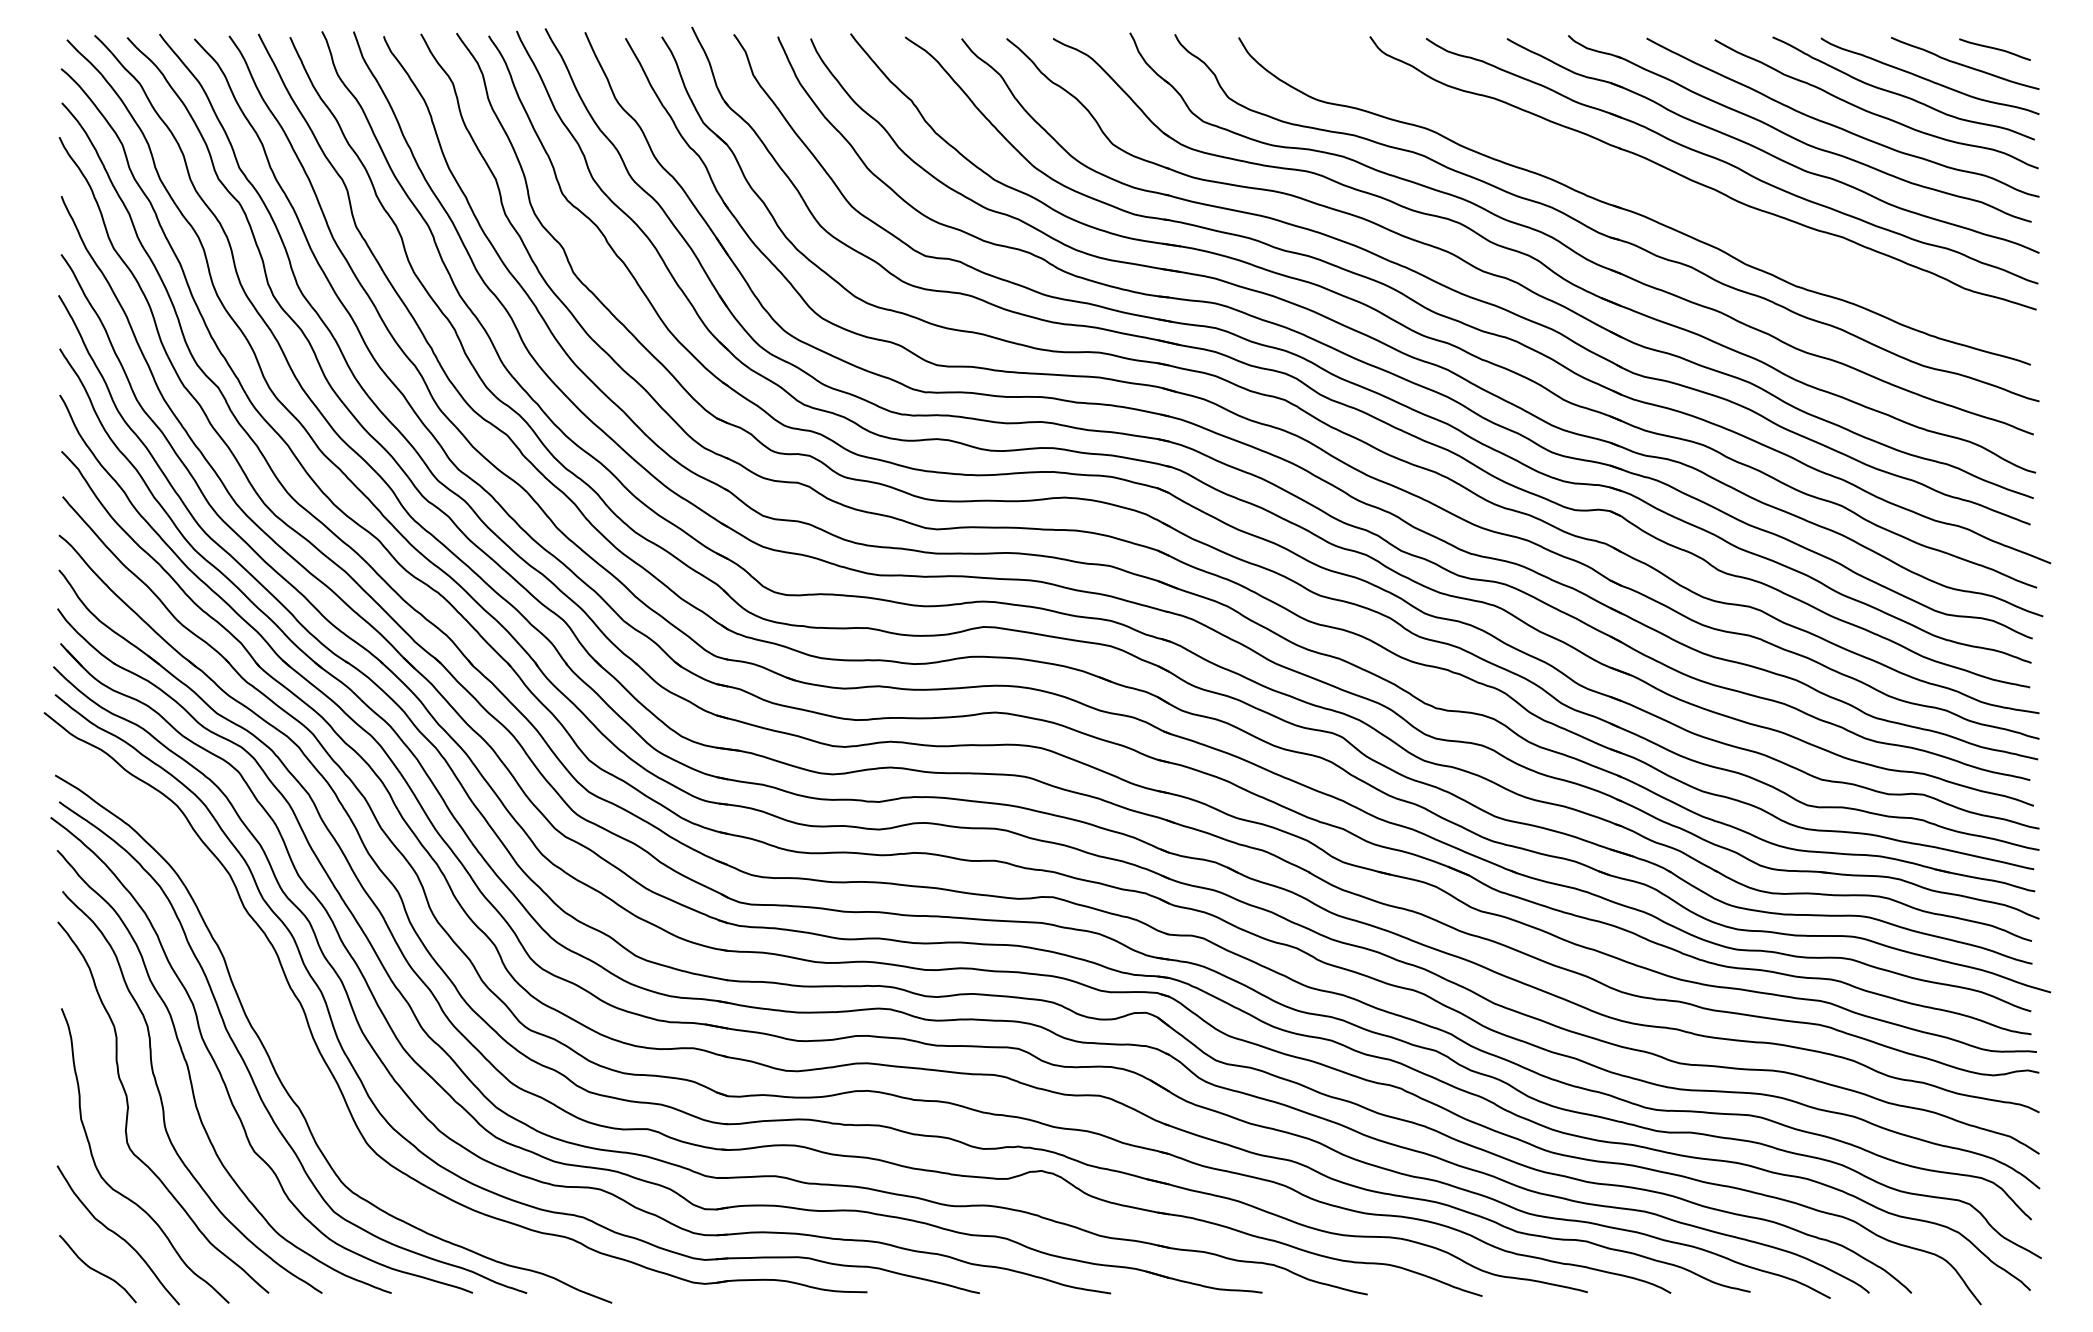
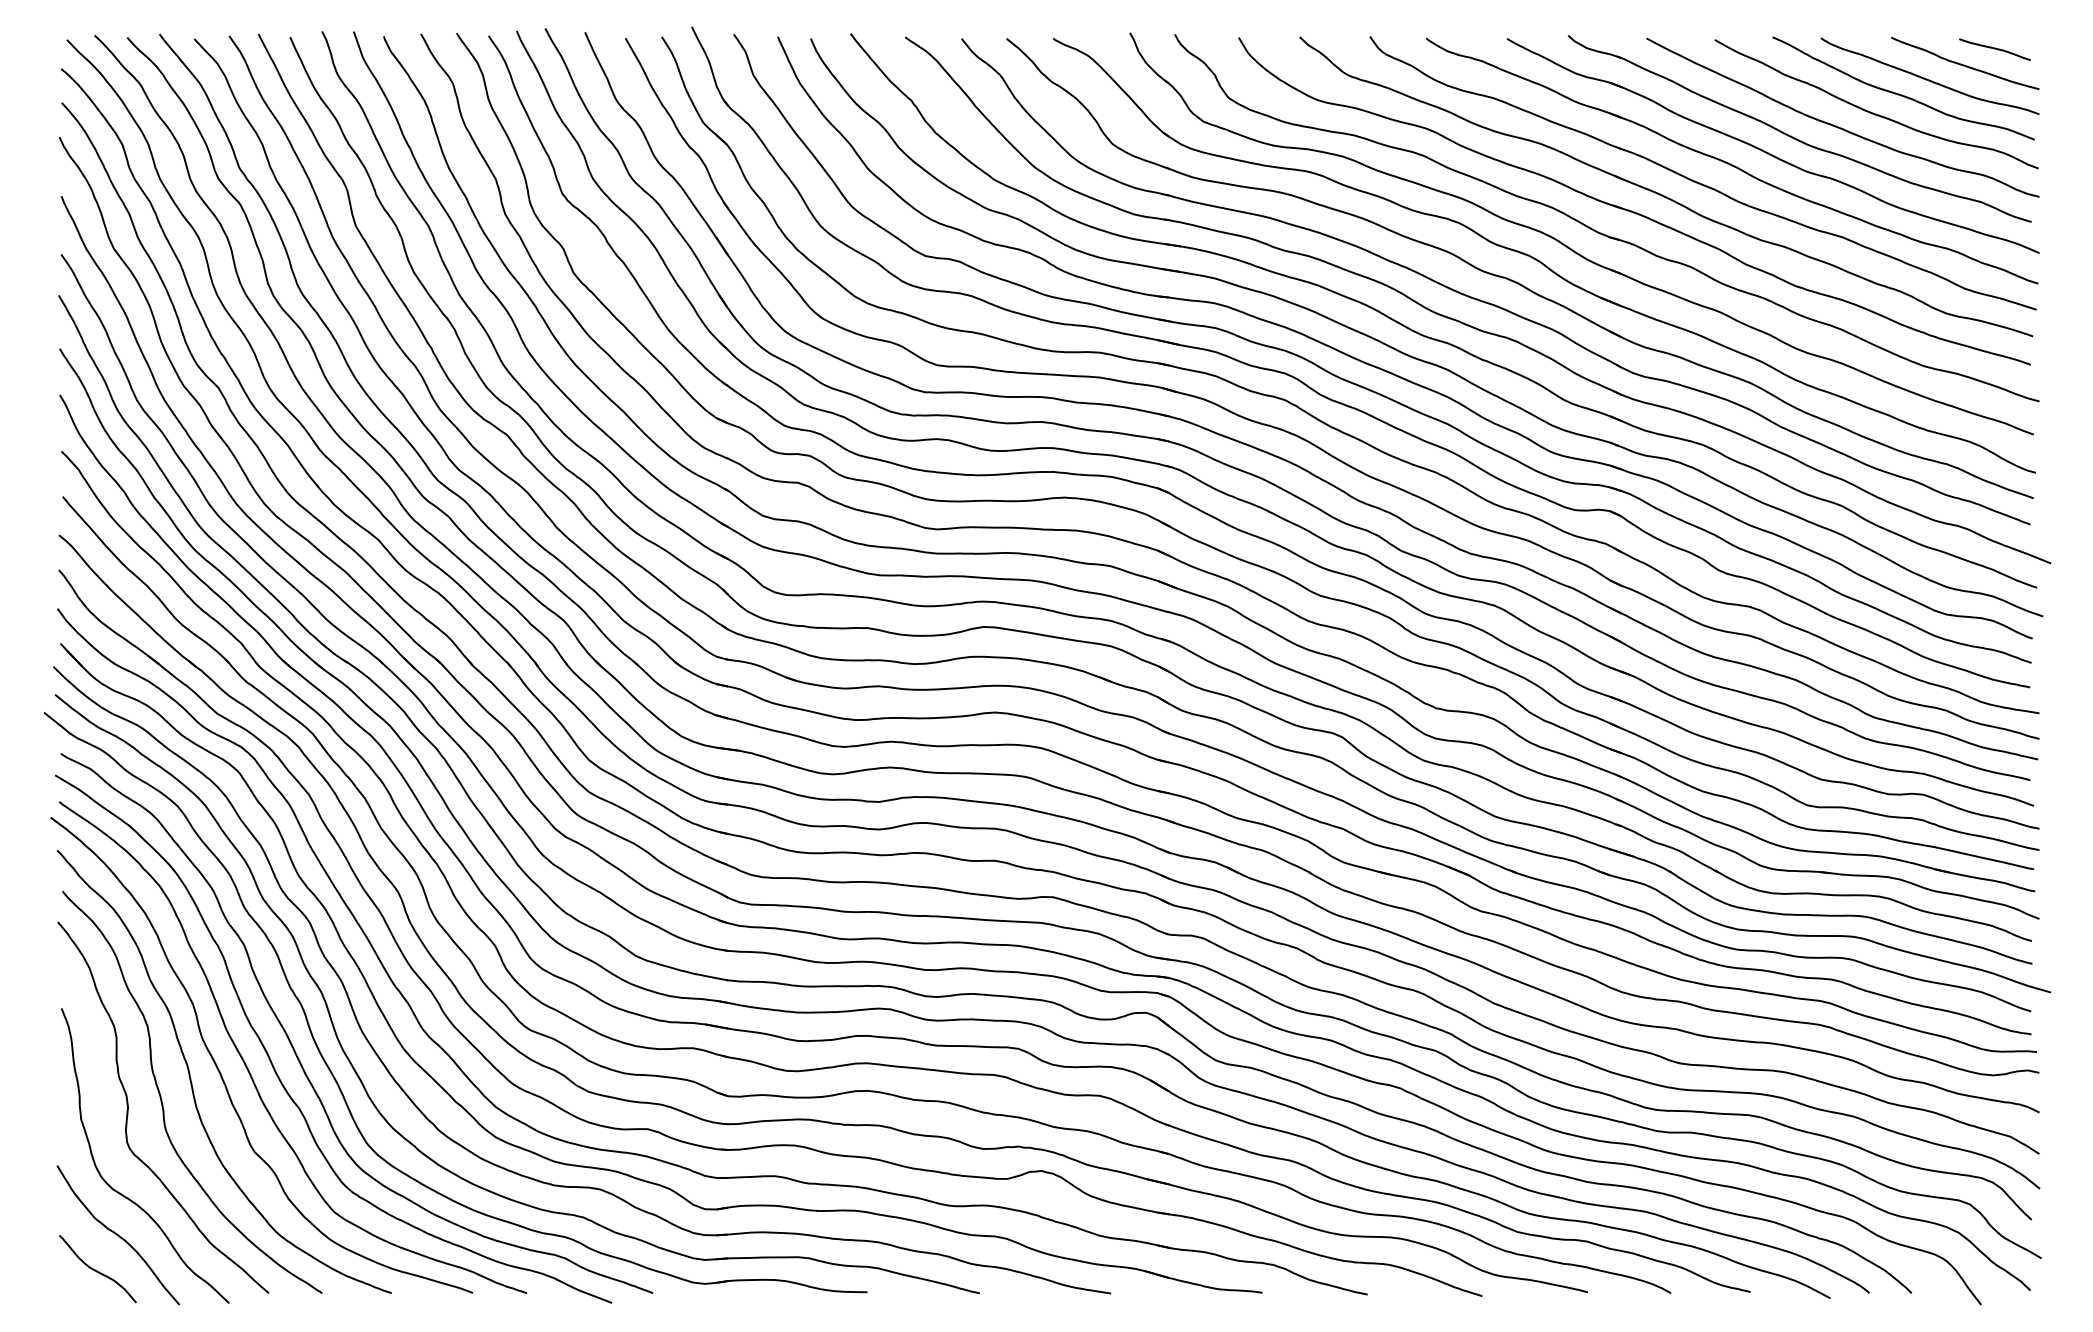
part at (1662, 194): none -> present
curve at (296, 1052): none -> present
